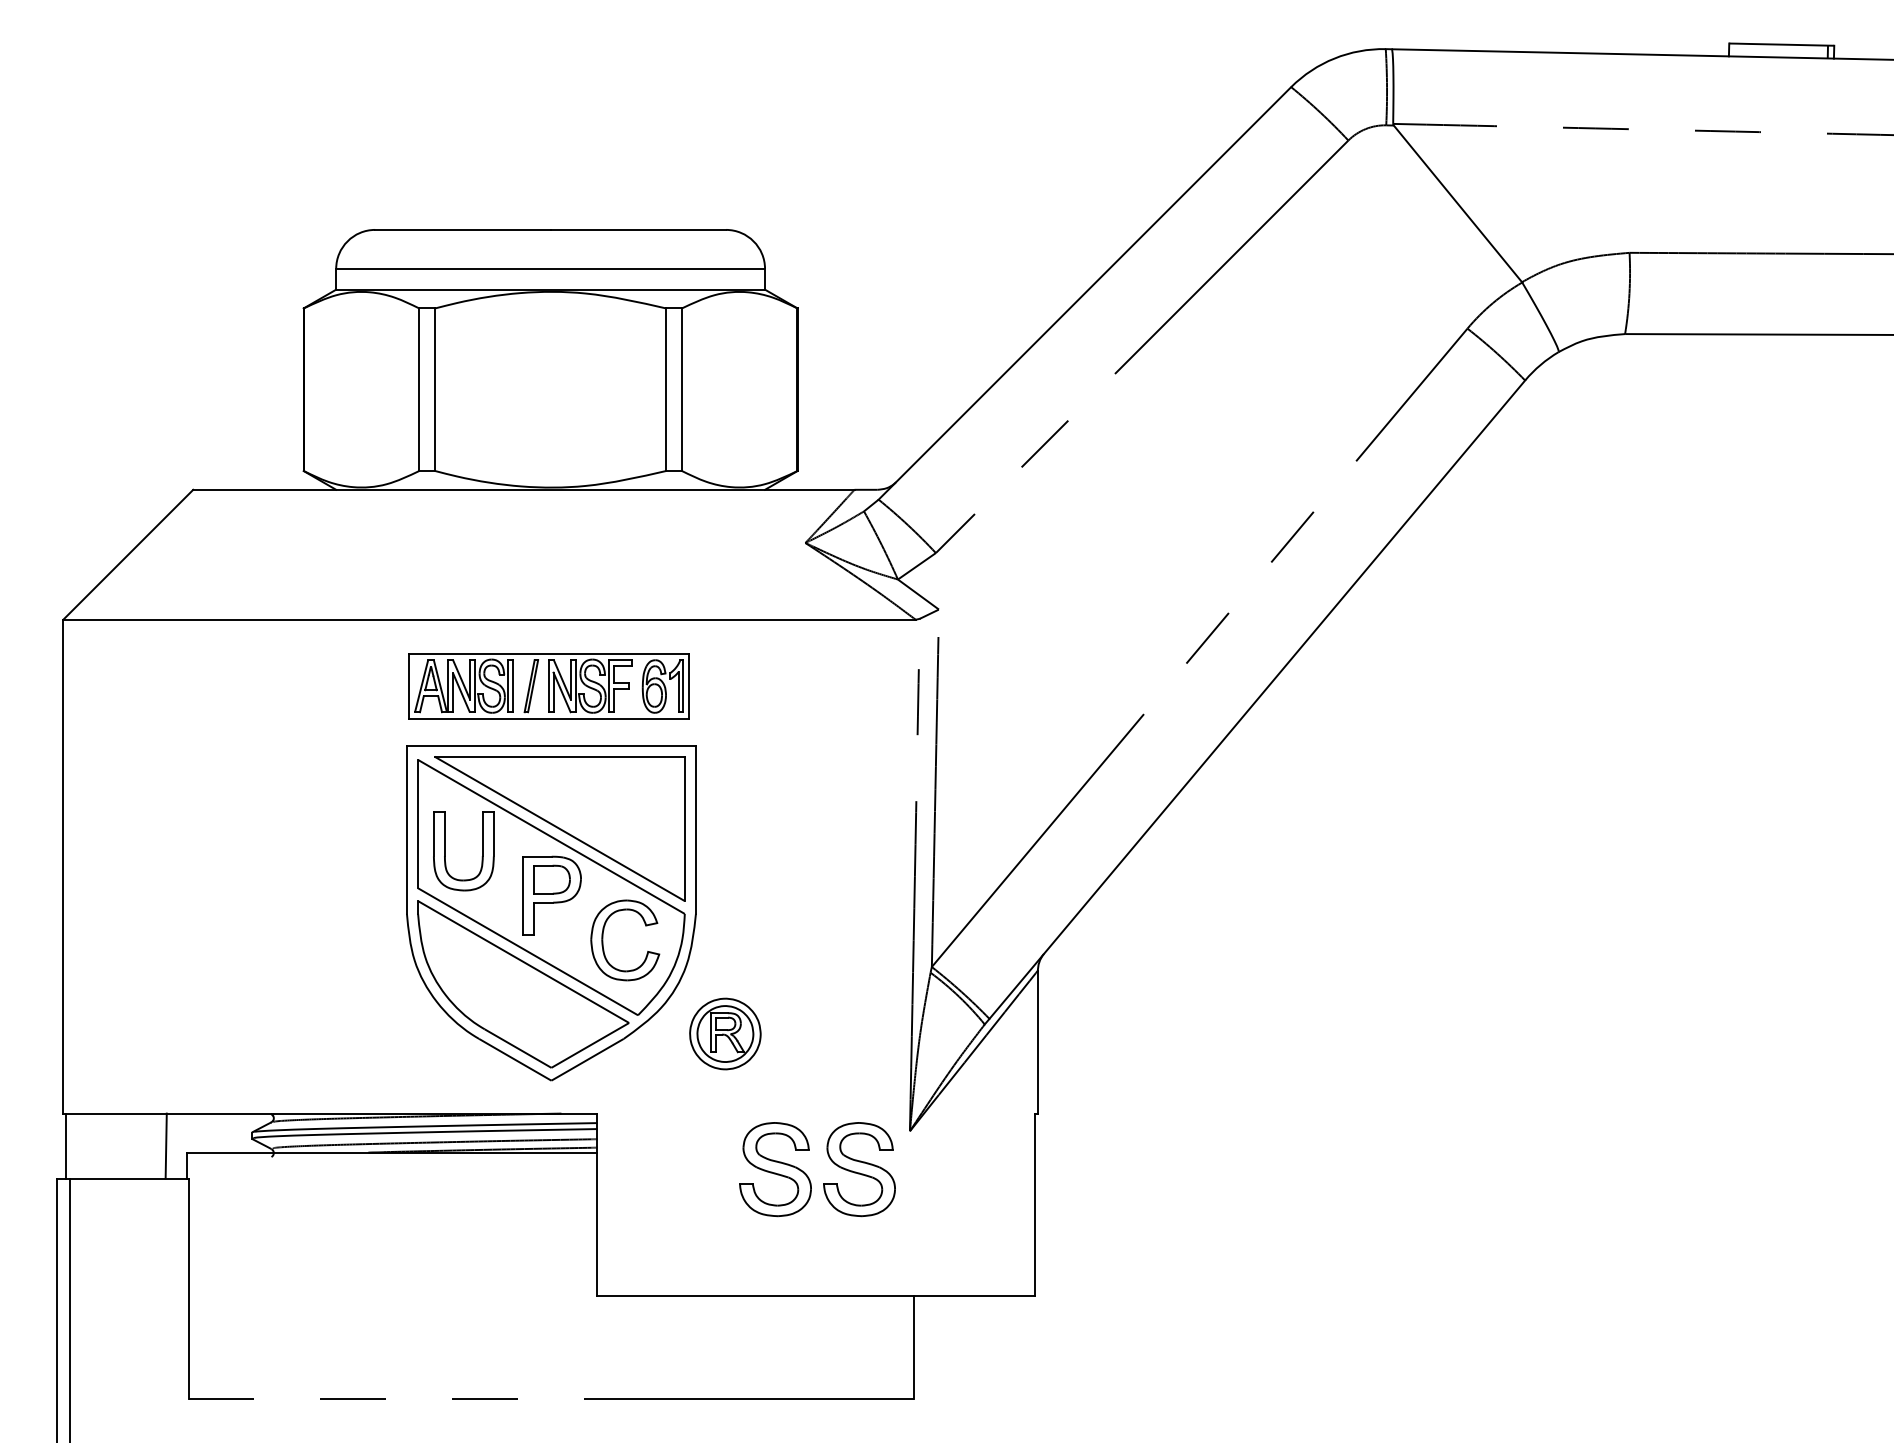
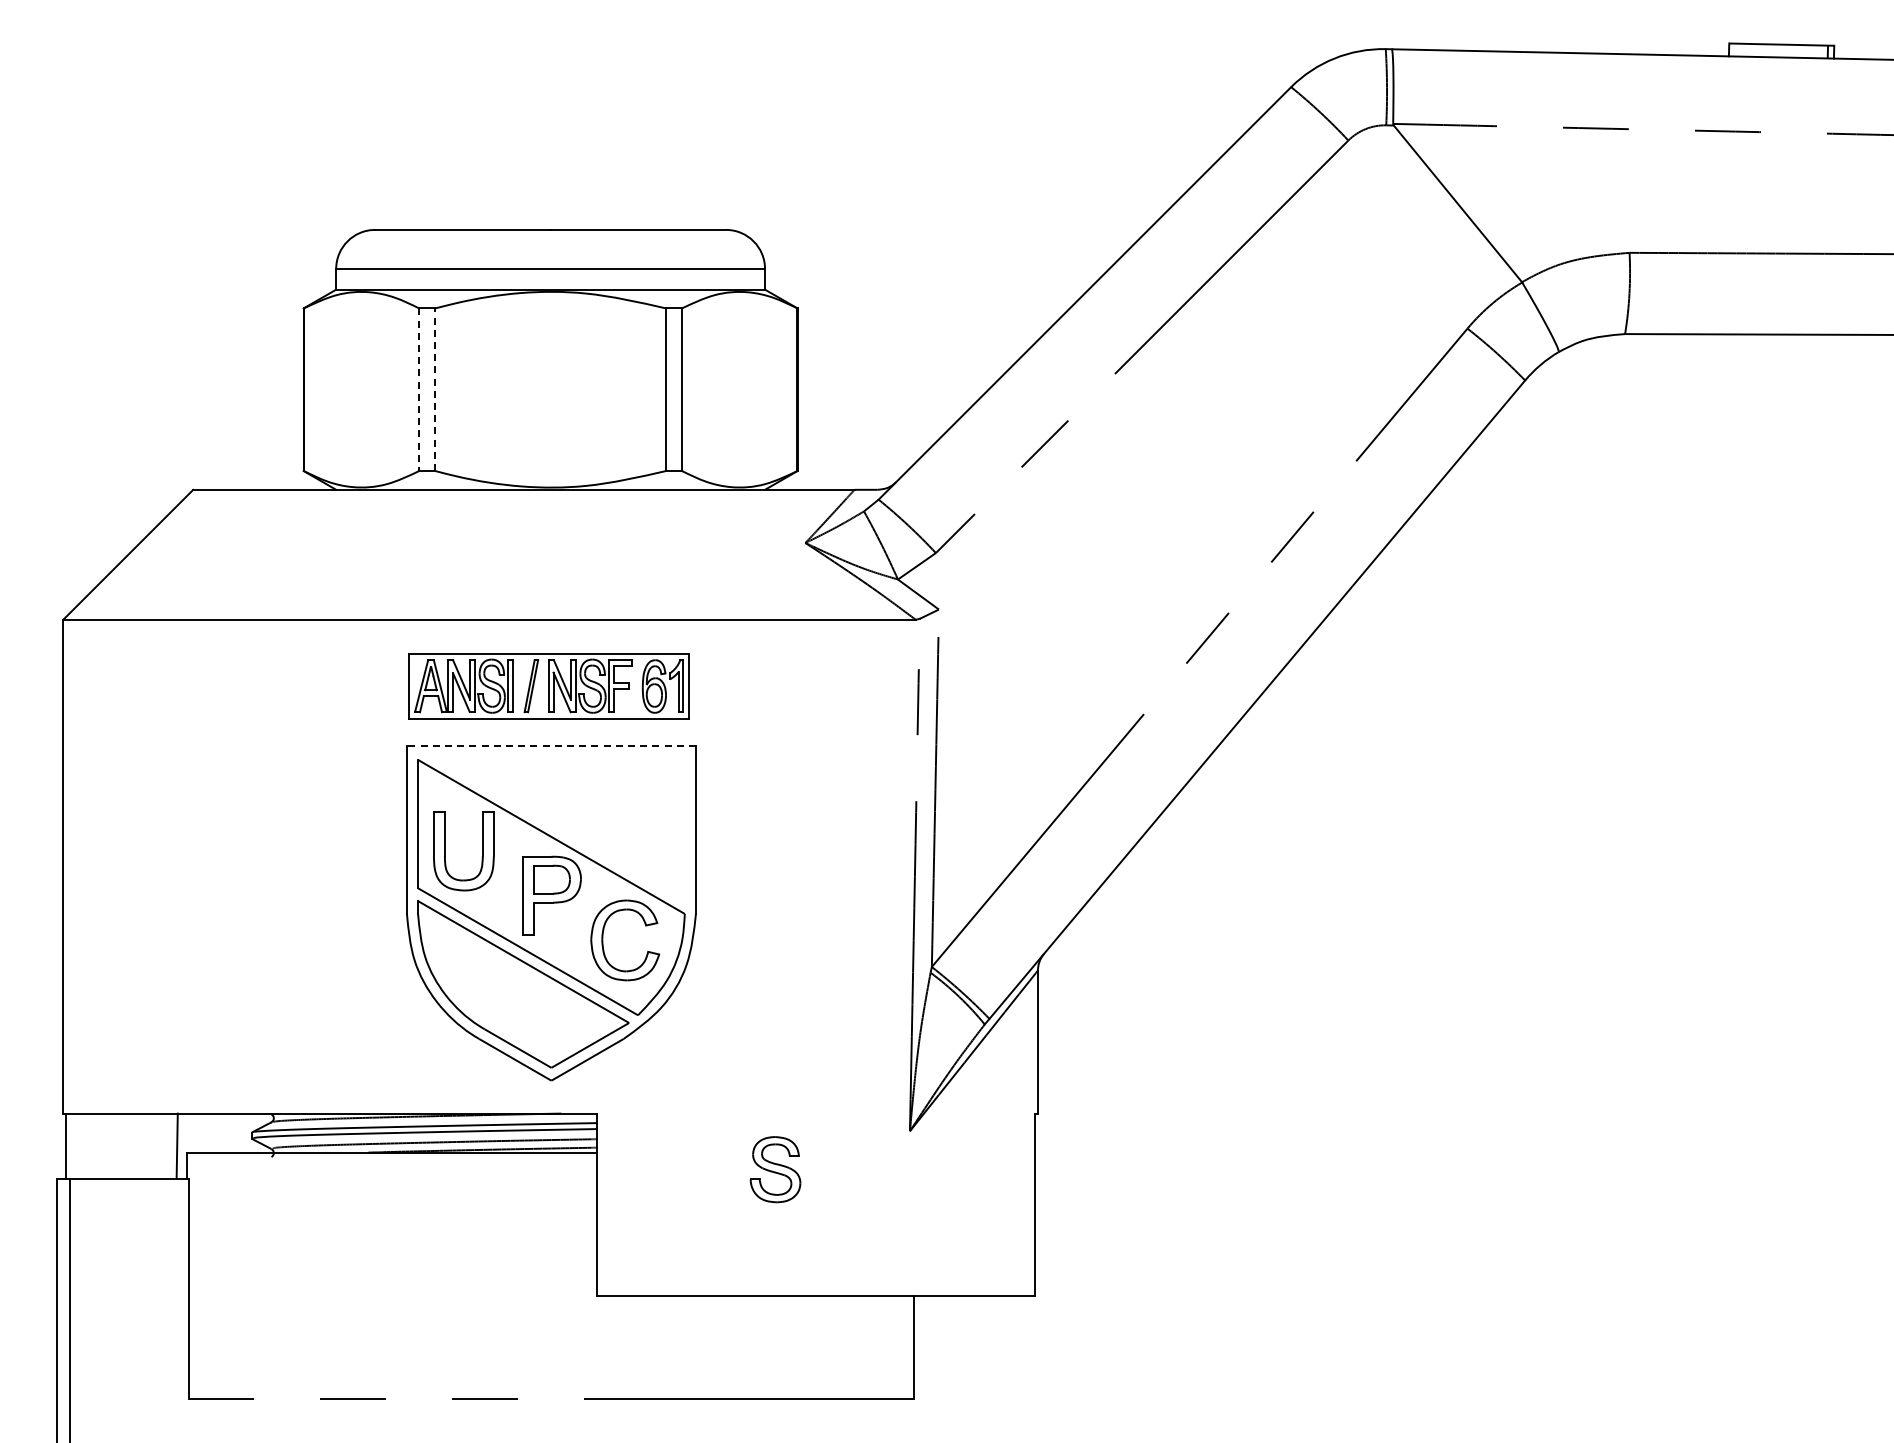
line at (435, 389): solid -> dashed
line at (419, 390): solid -> dashed
line at (551, 745): solid -> dashed
part at (559, 828): present -> none
part at (725, 1033): present -> none
line at (165, 1145) position: (165, 1145) -> (176, 1145)
part at (775, 1169) size: 73x96 px -> 53x68 px
part at (859, 1169): present -> none
